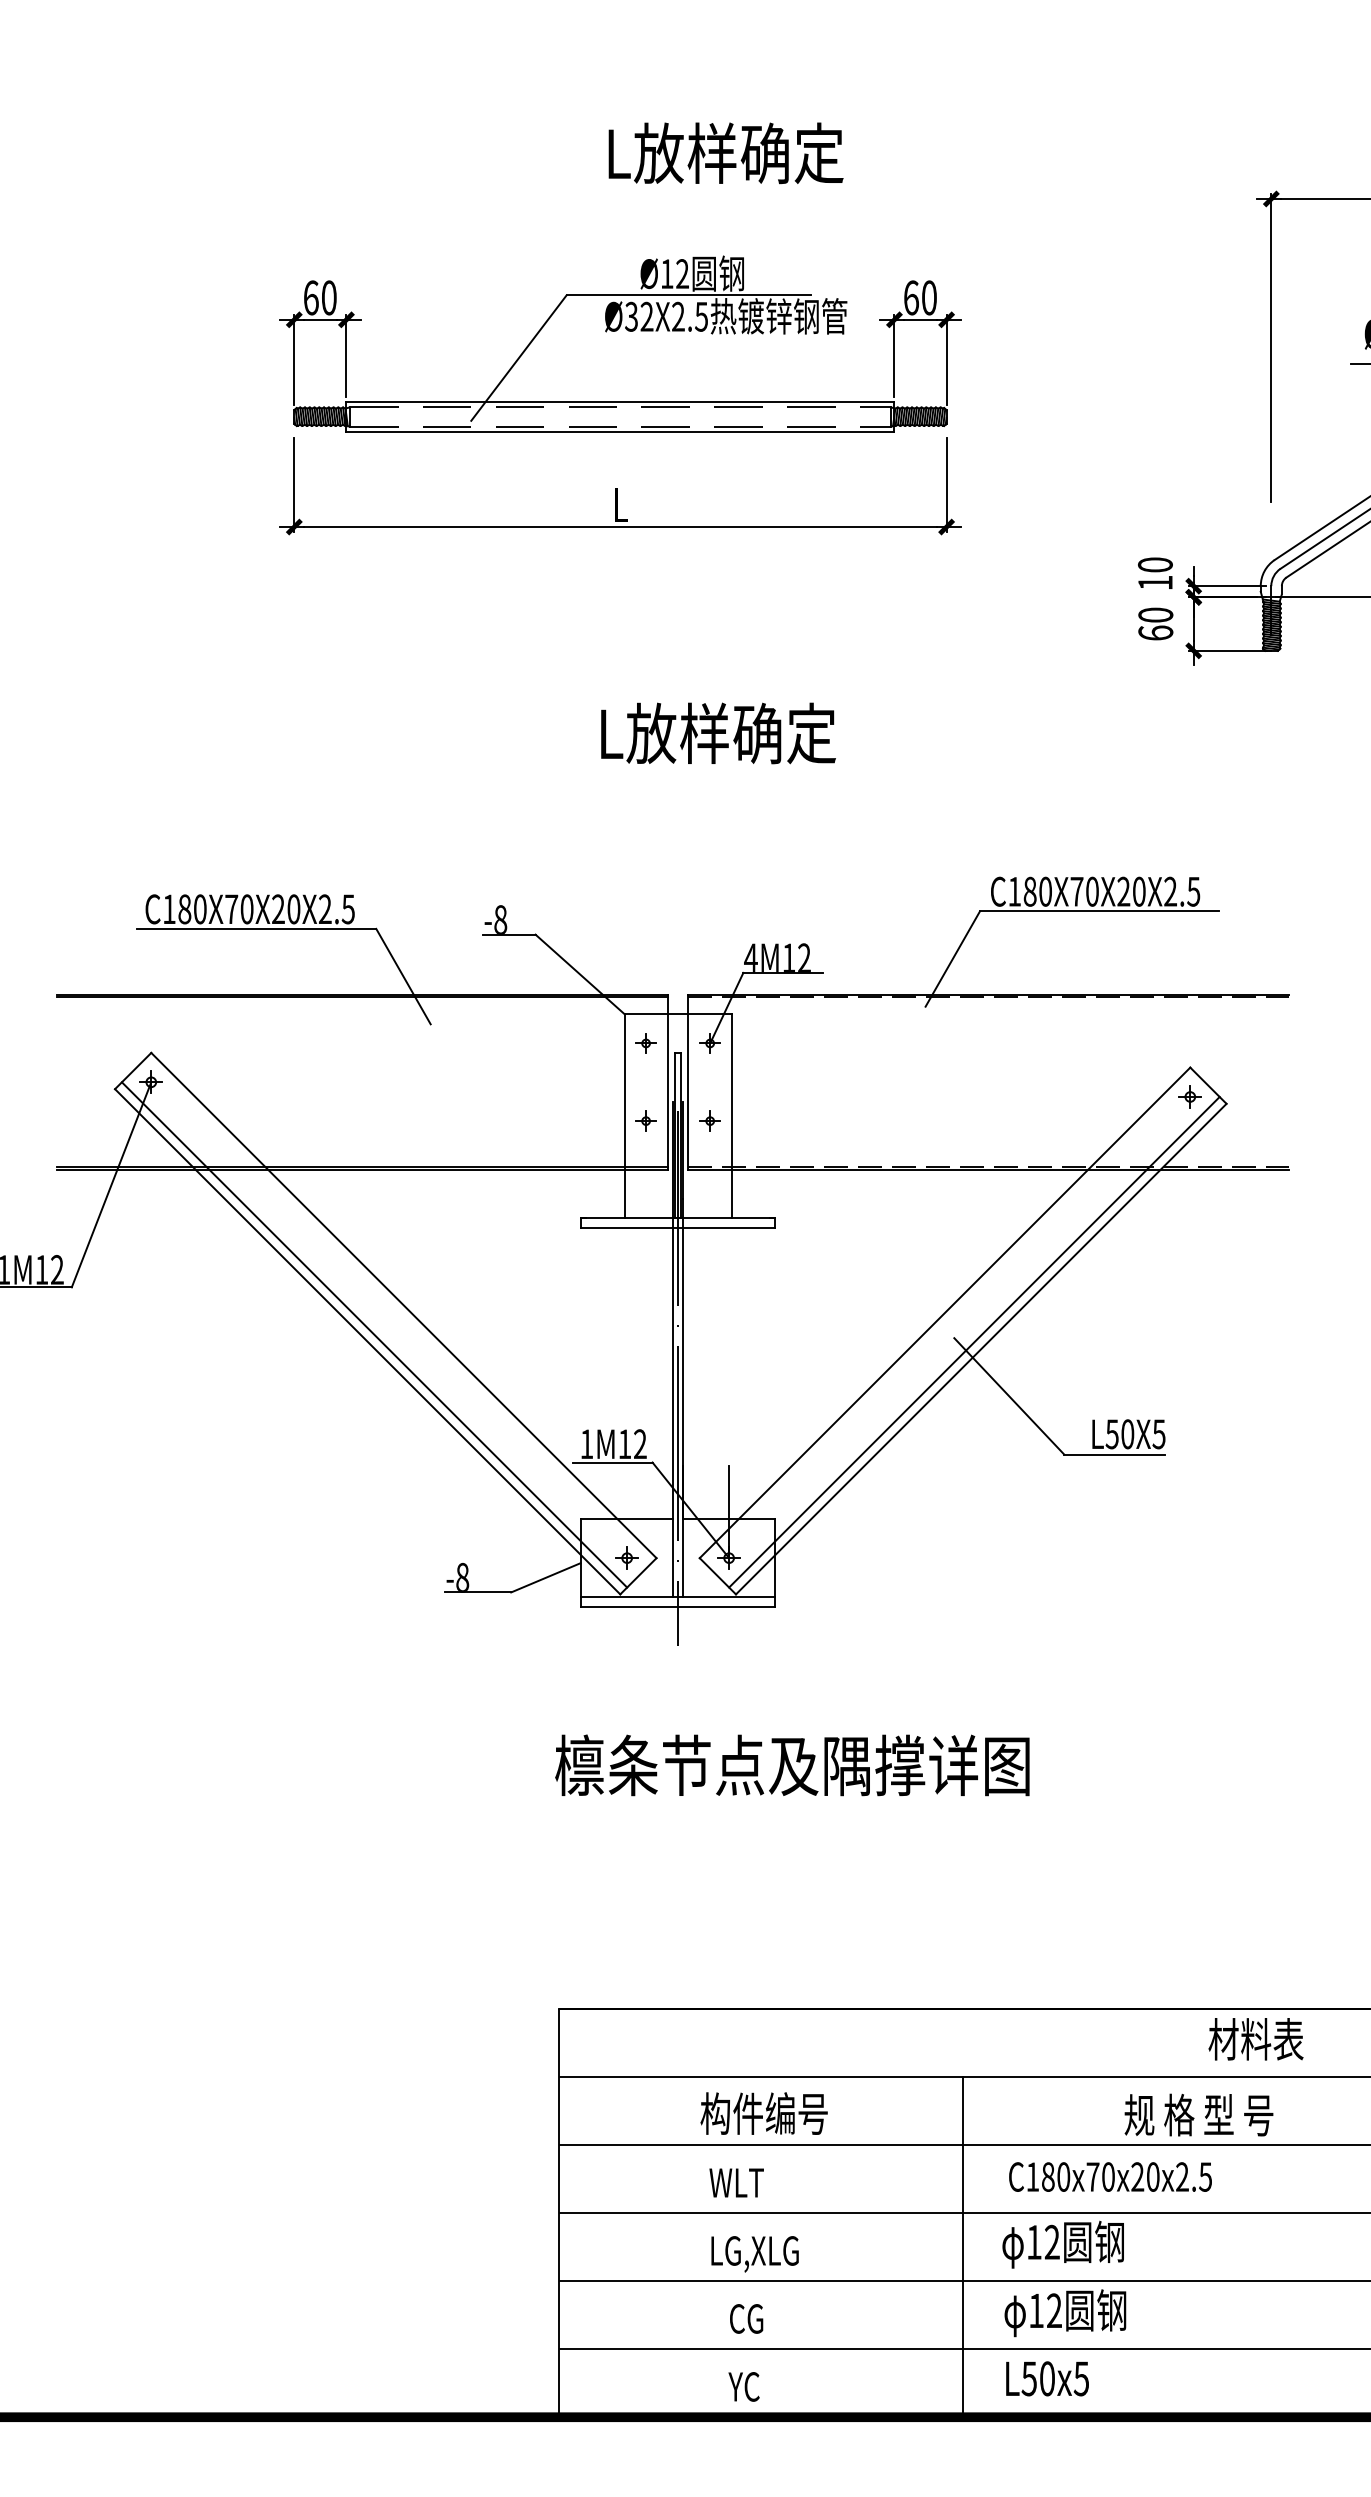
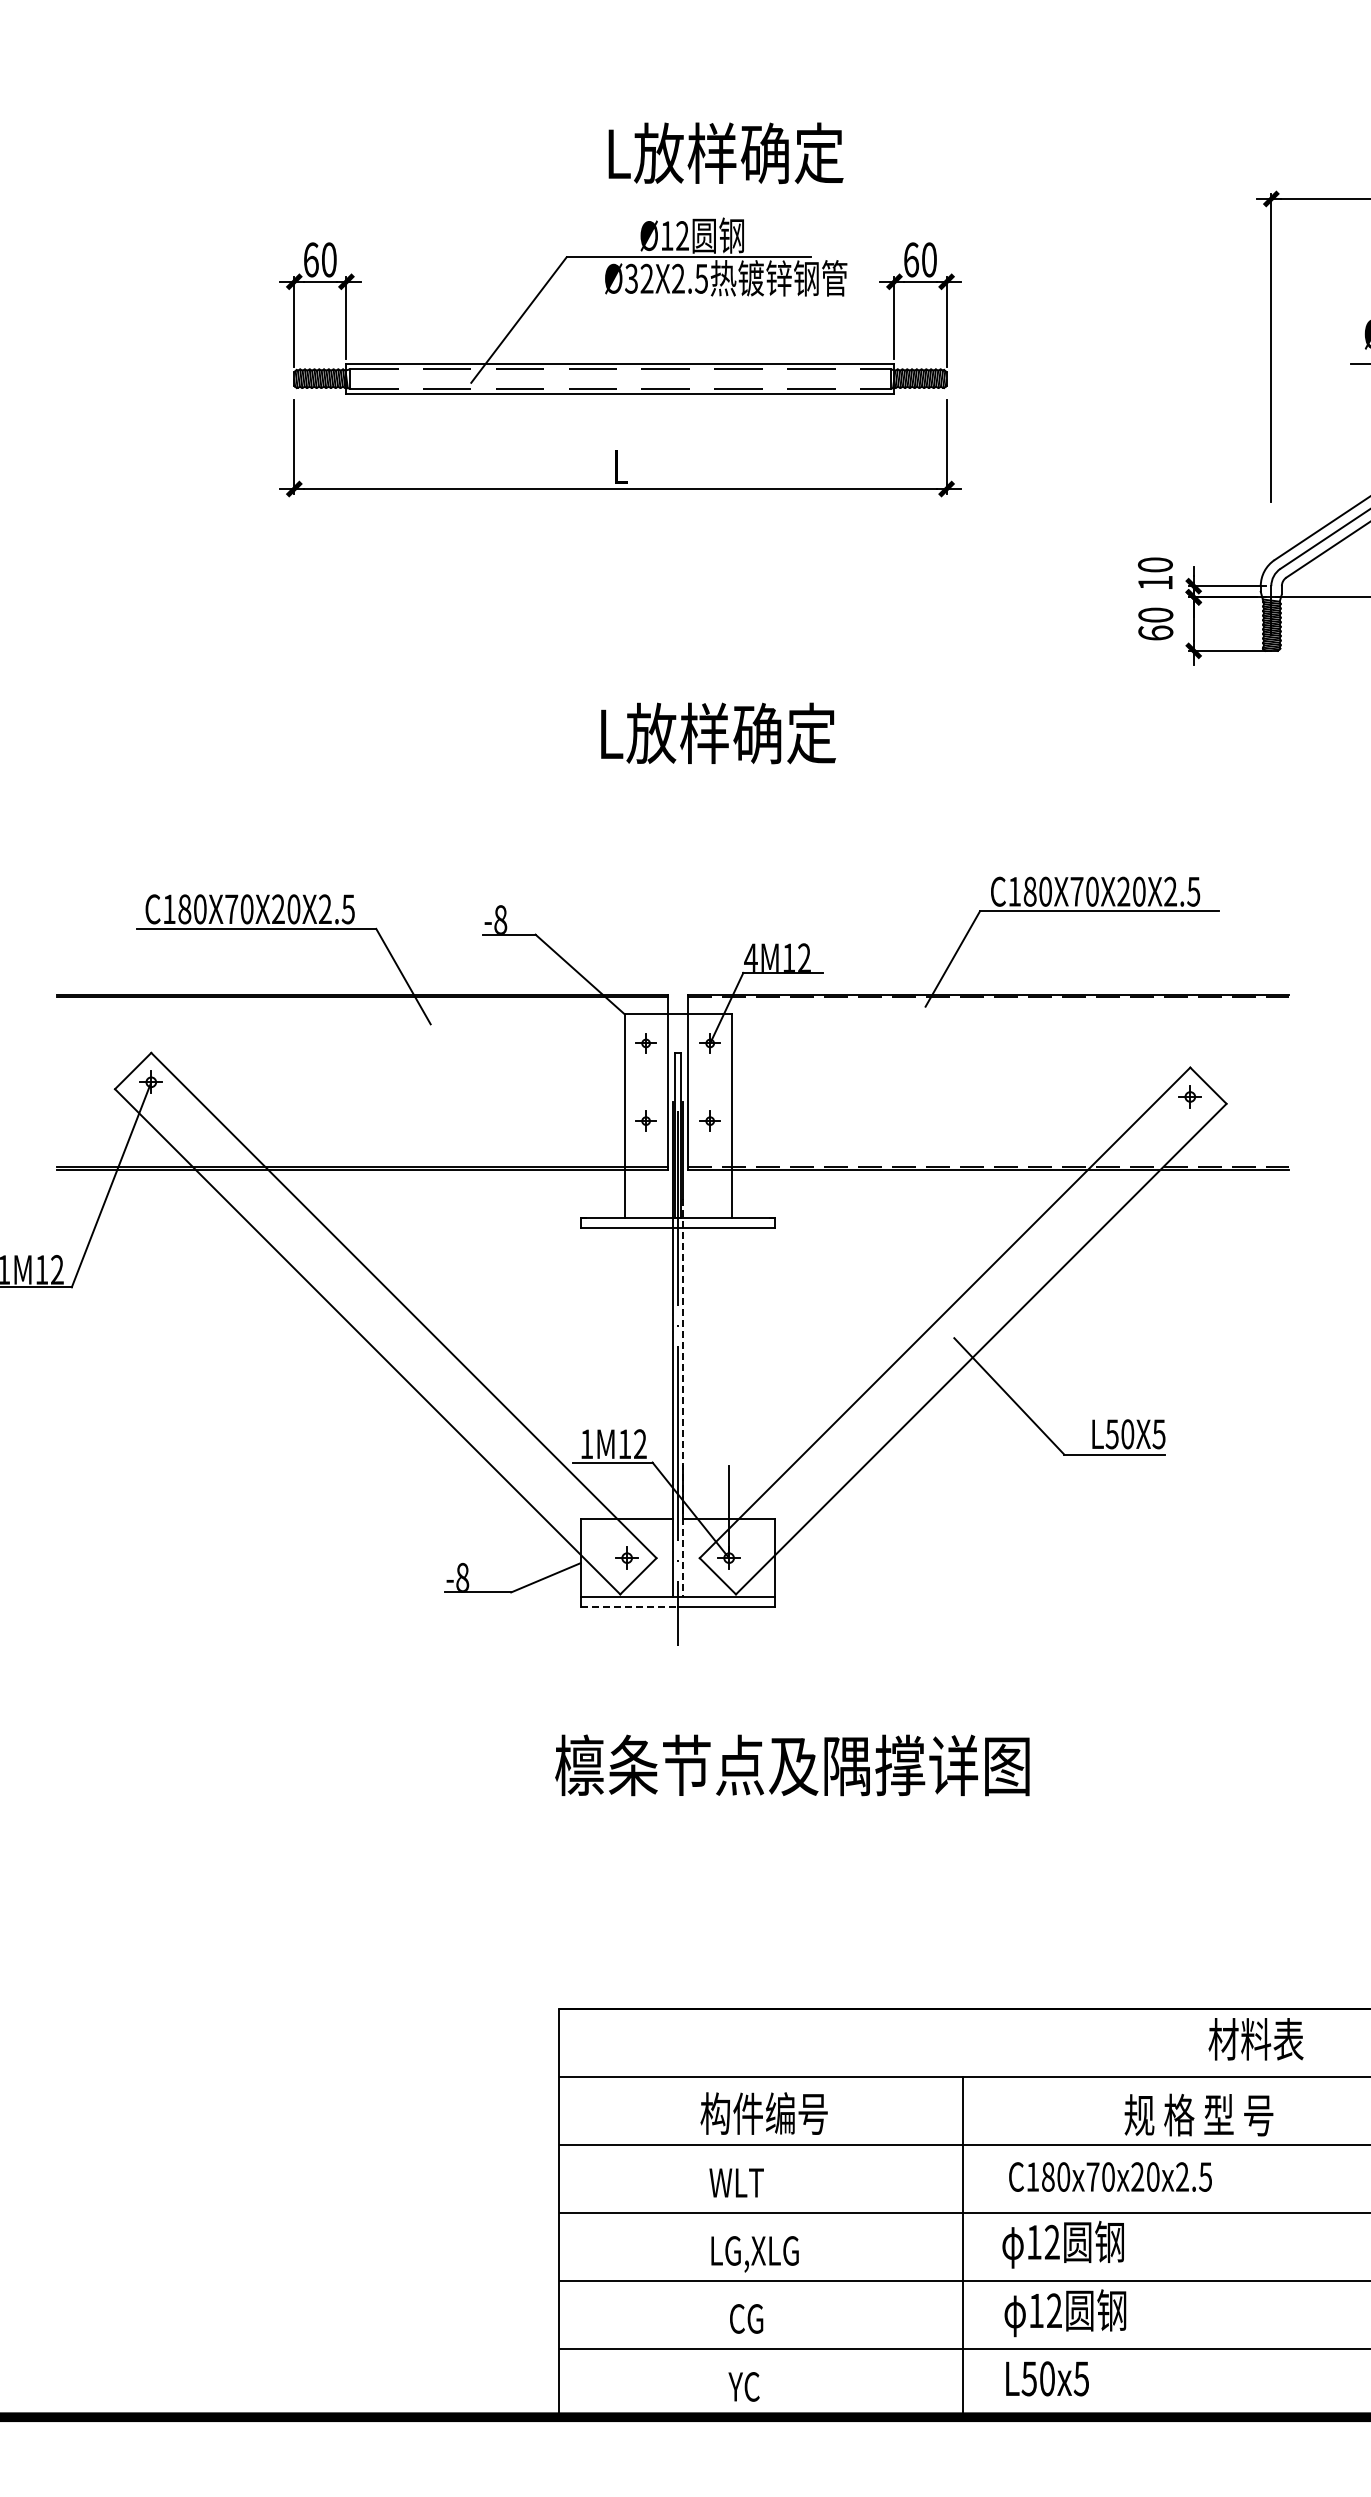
part at (620, 395) position: (620, 395) -> (620, 357)
line at (374, 1334): present -> none
line at (974, 1341): present -> none
line at (683, 1398): solid -> dashed
line at (629, 1606): solid -> dashed
